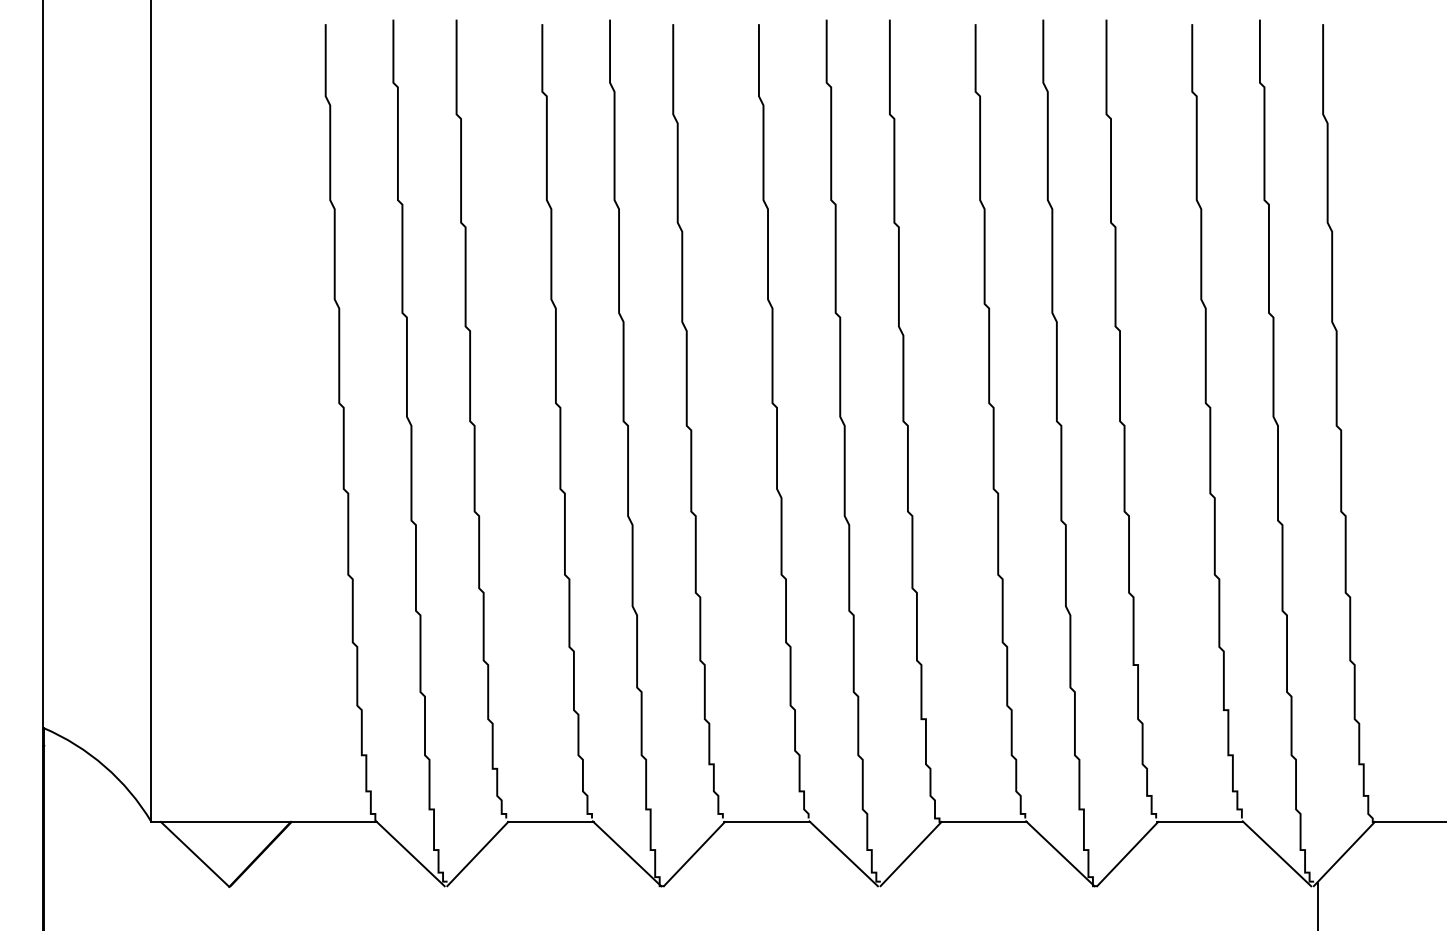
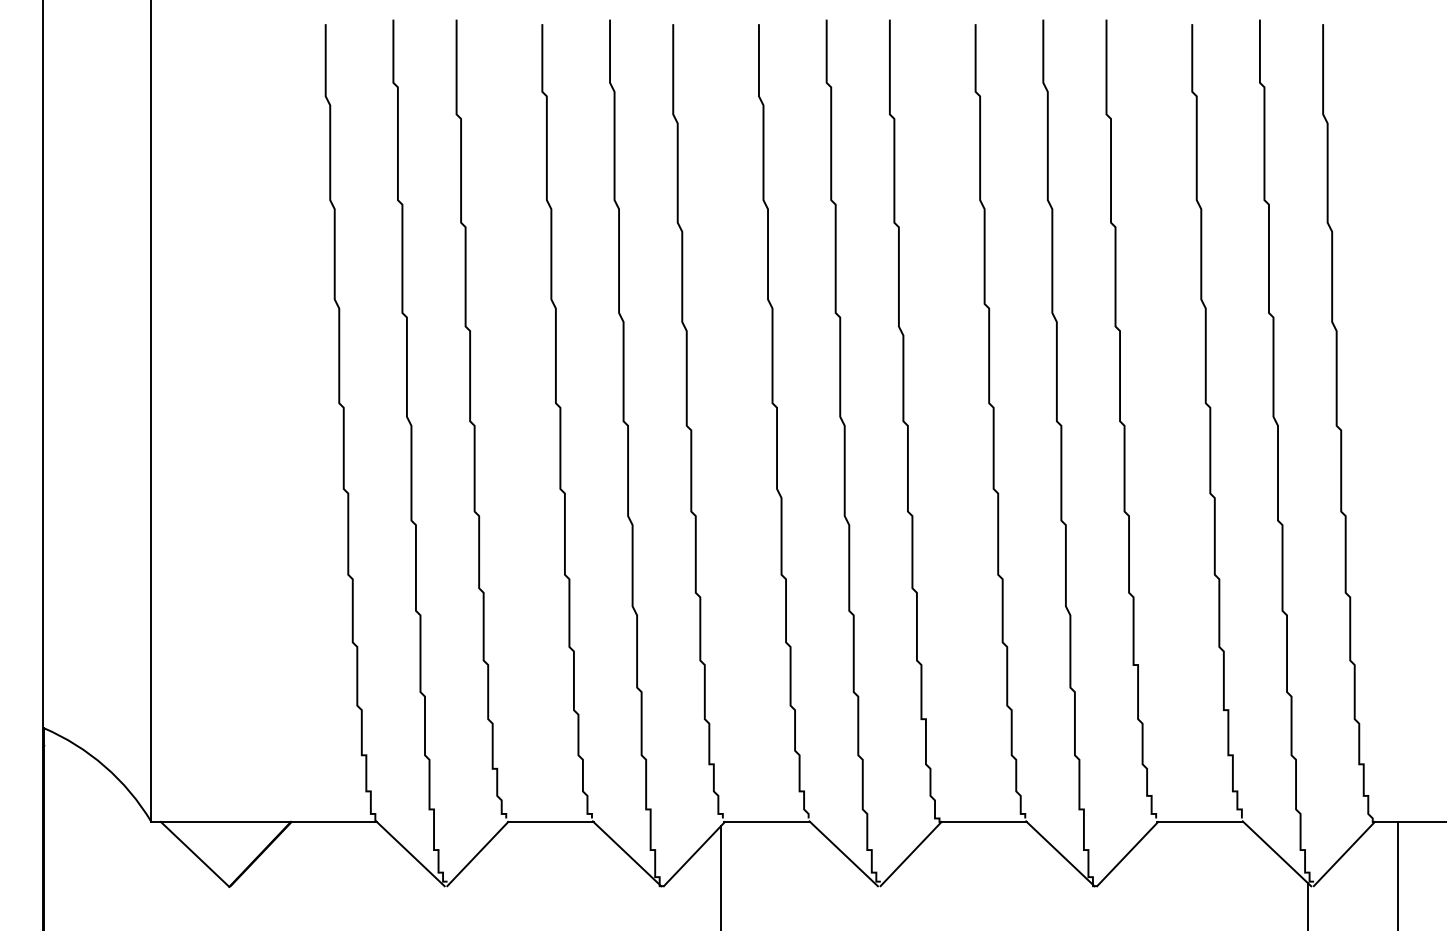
line at (1398, 874): none -> present
line at (721, 876): none -> present
line at (1318, 905) position: (1318, 905) -> (1308, 905)
